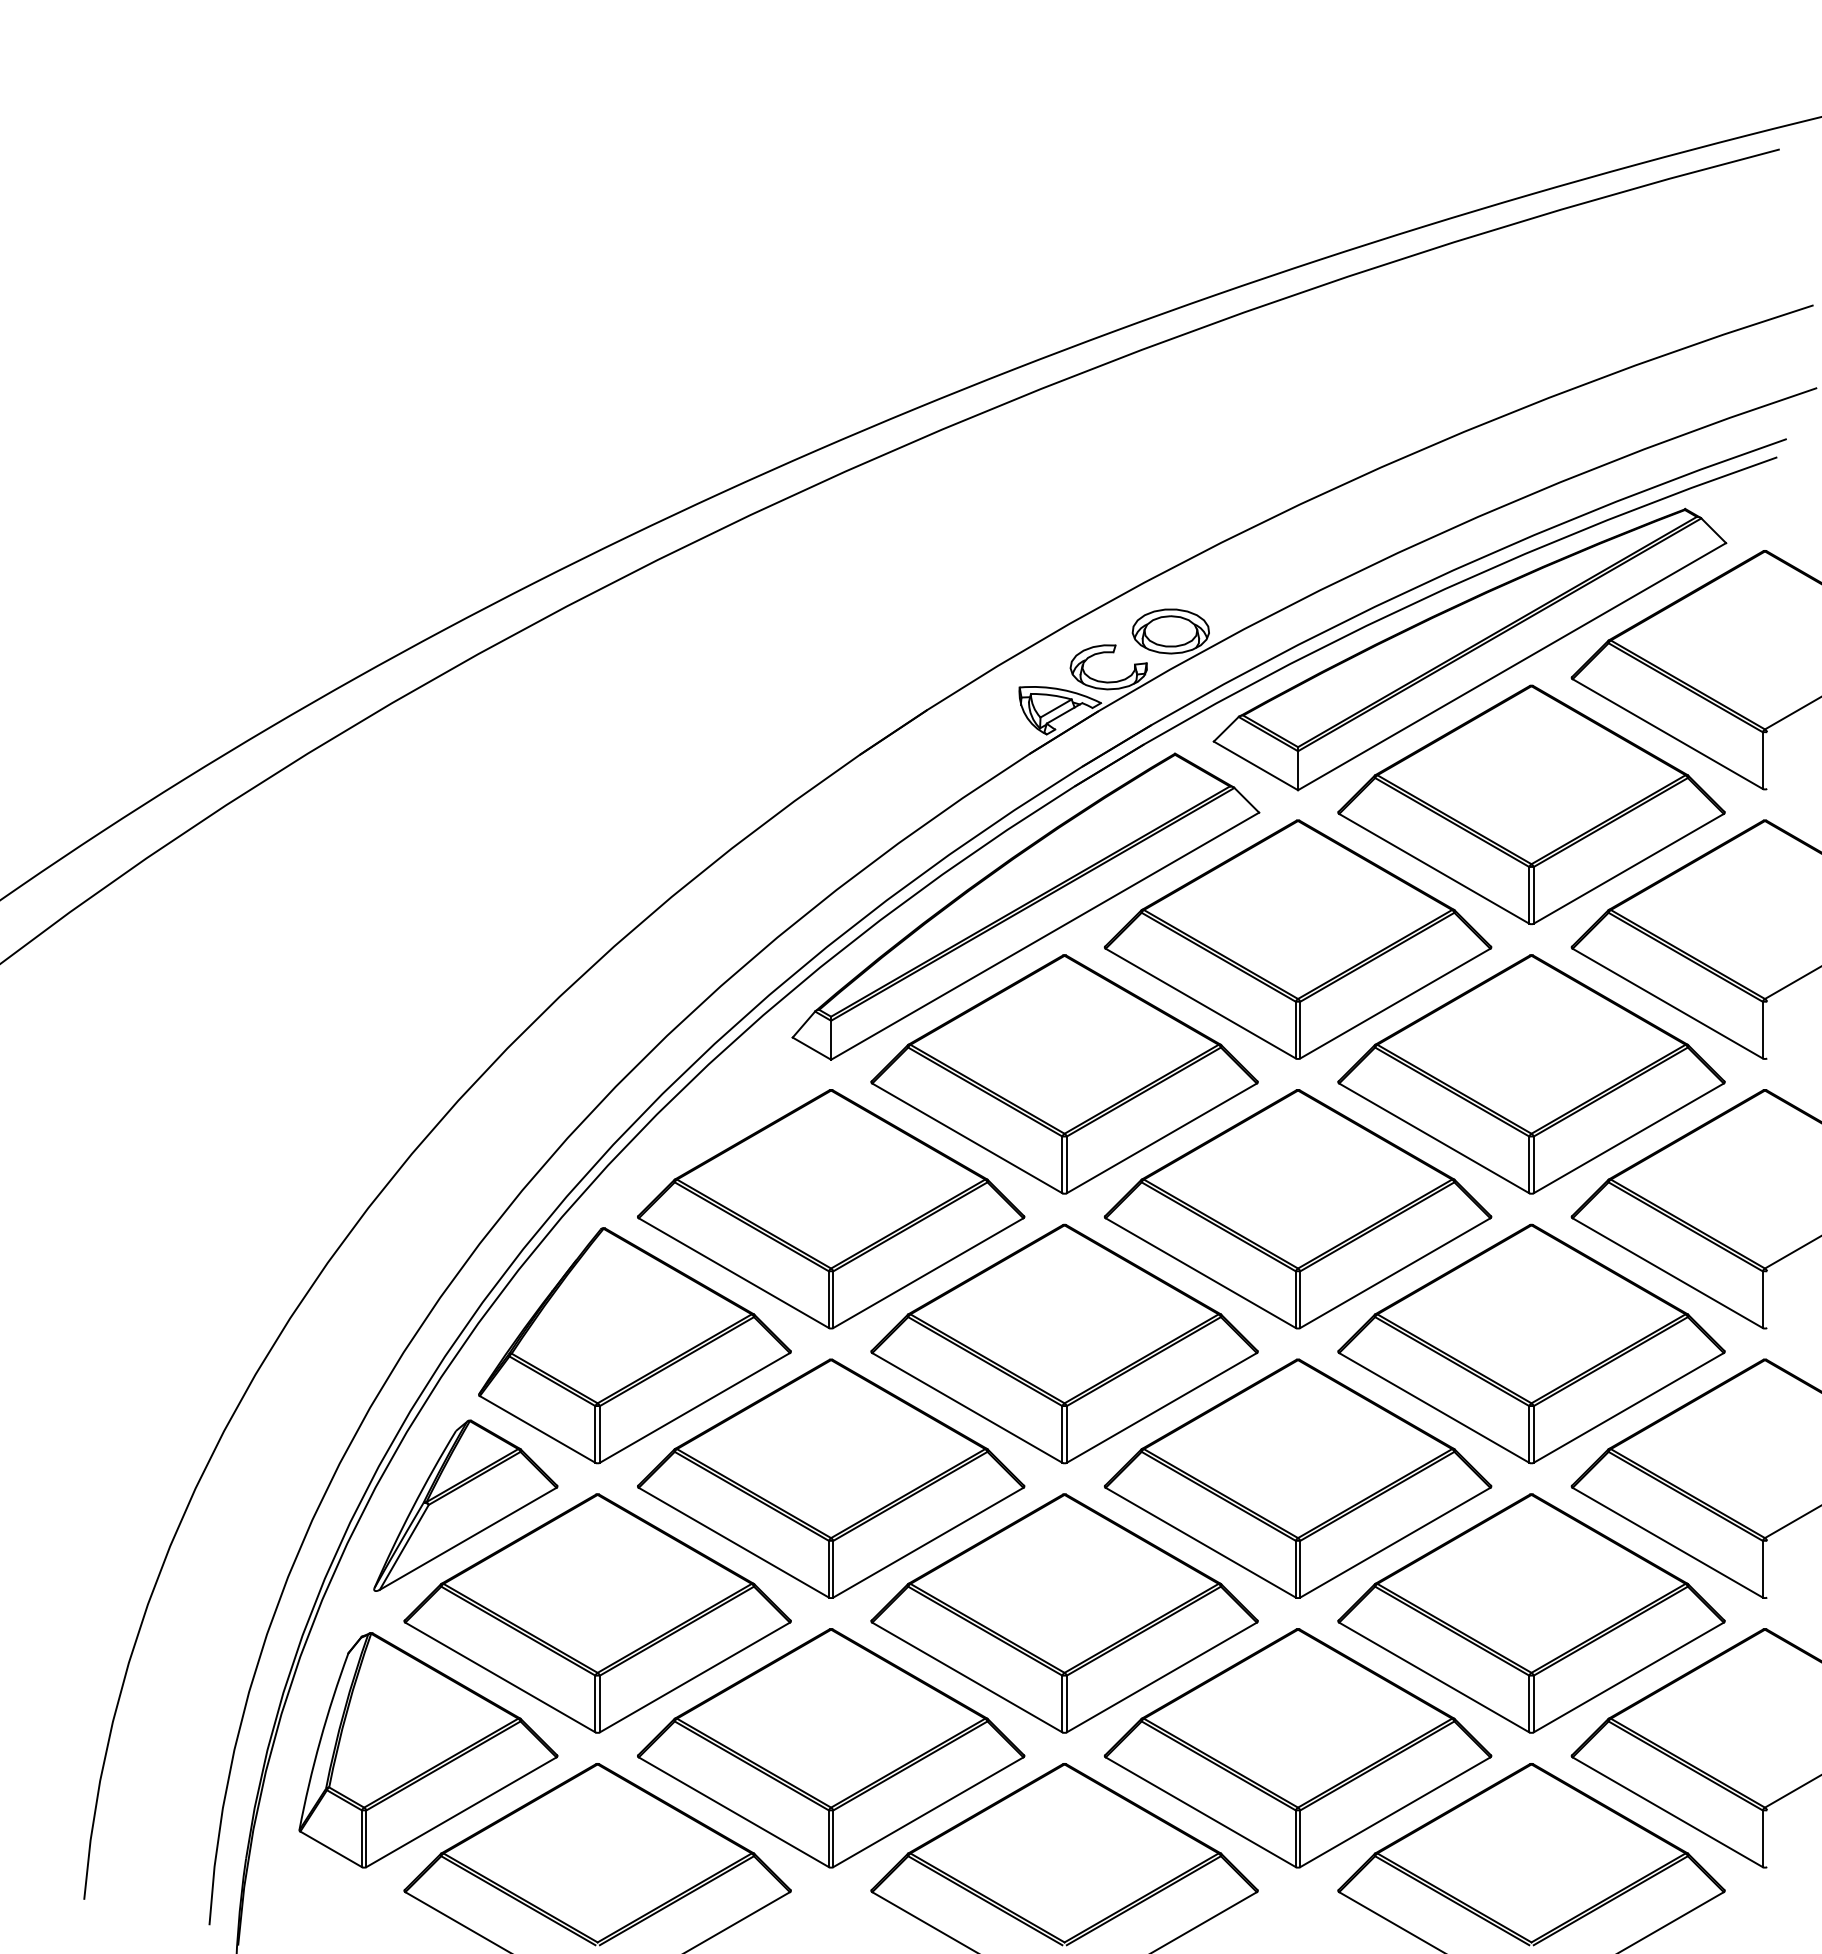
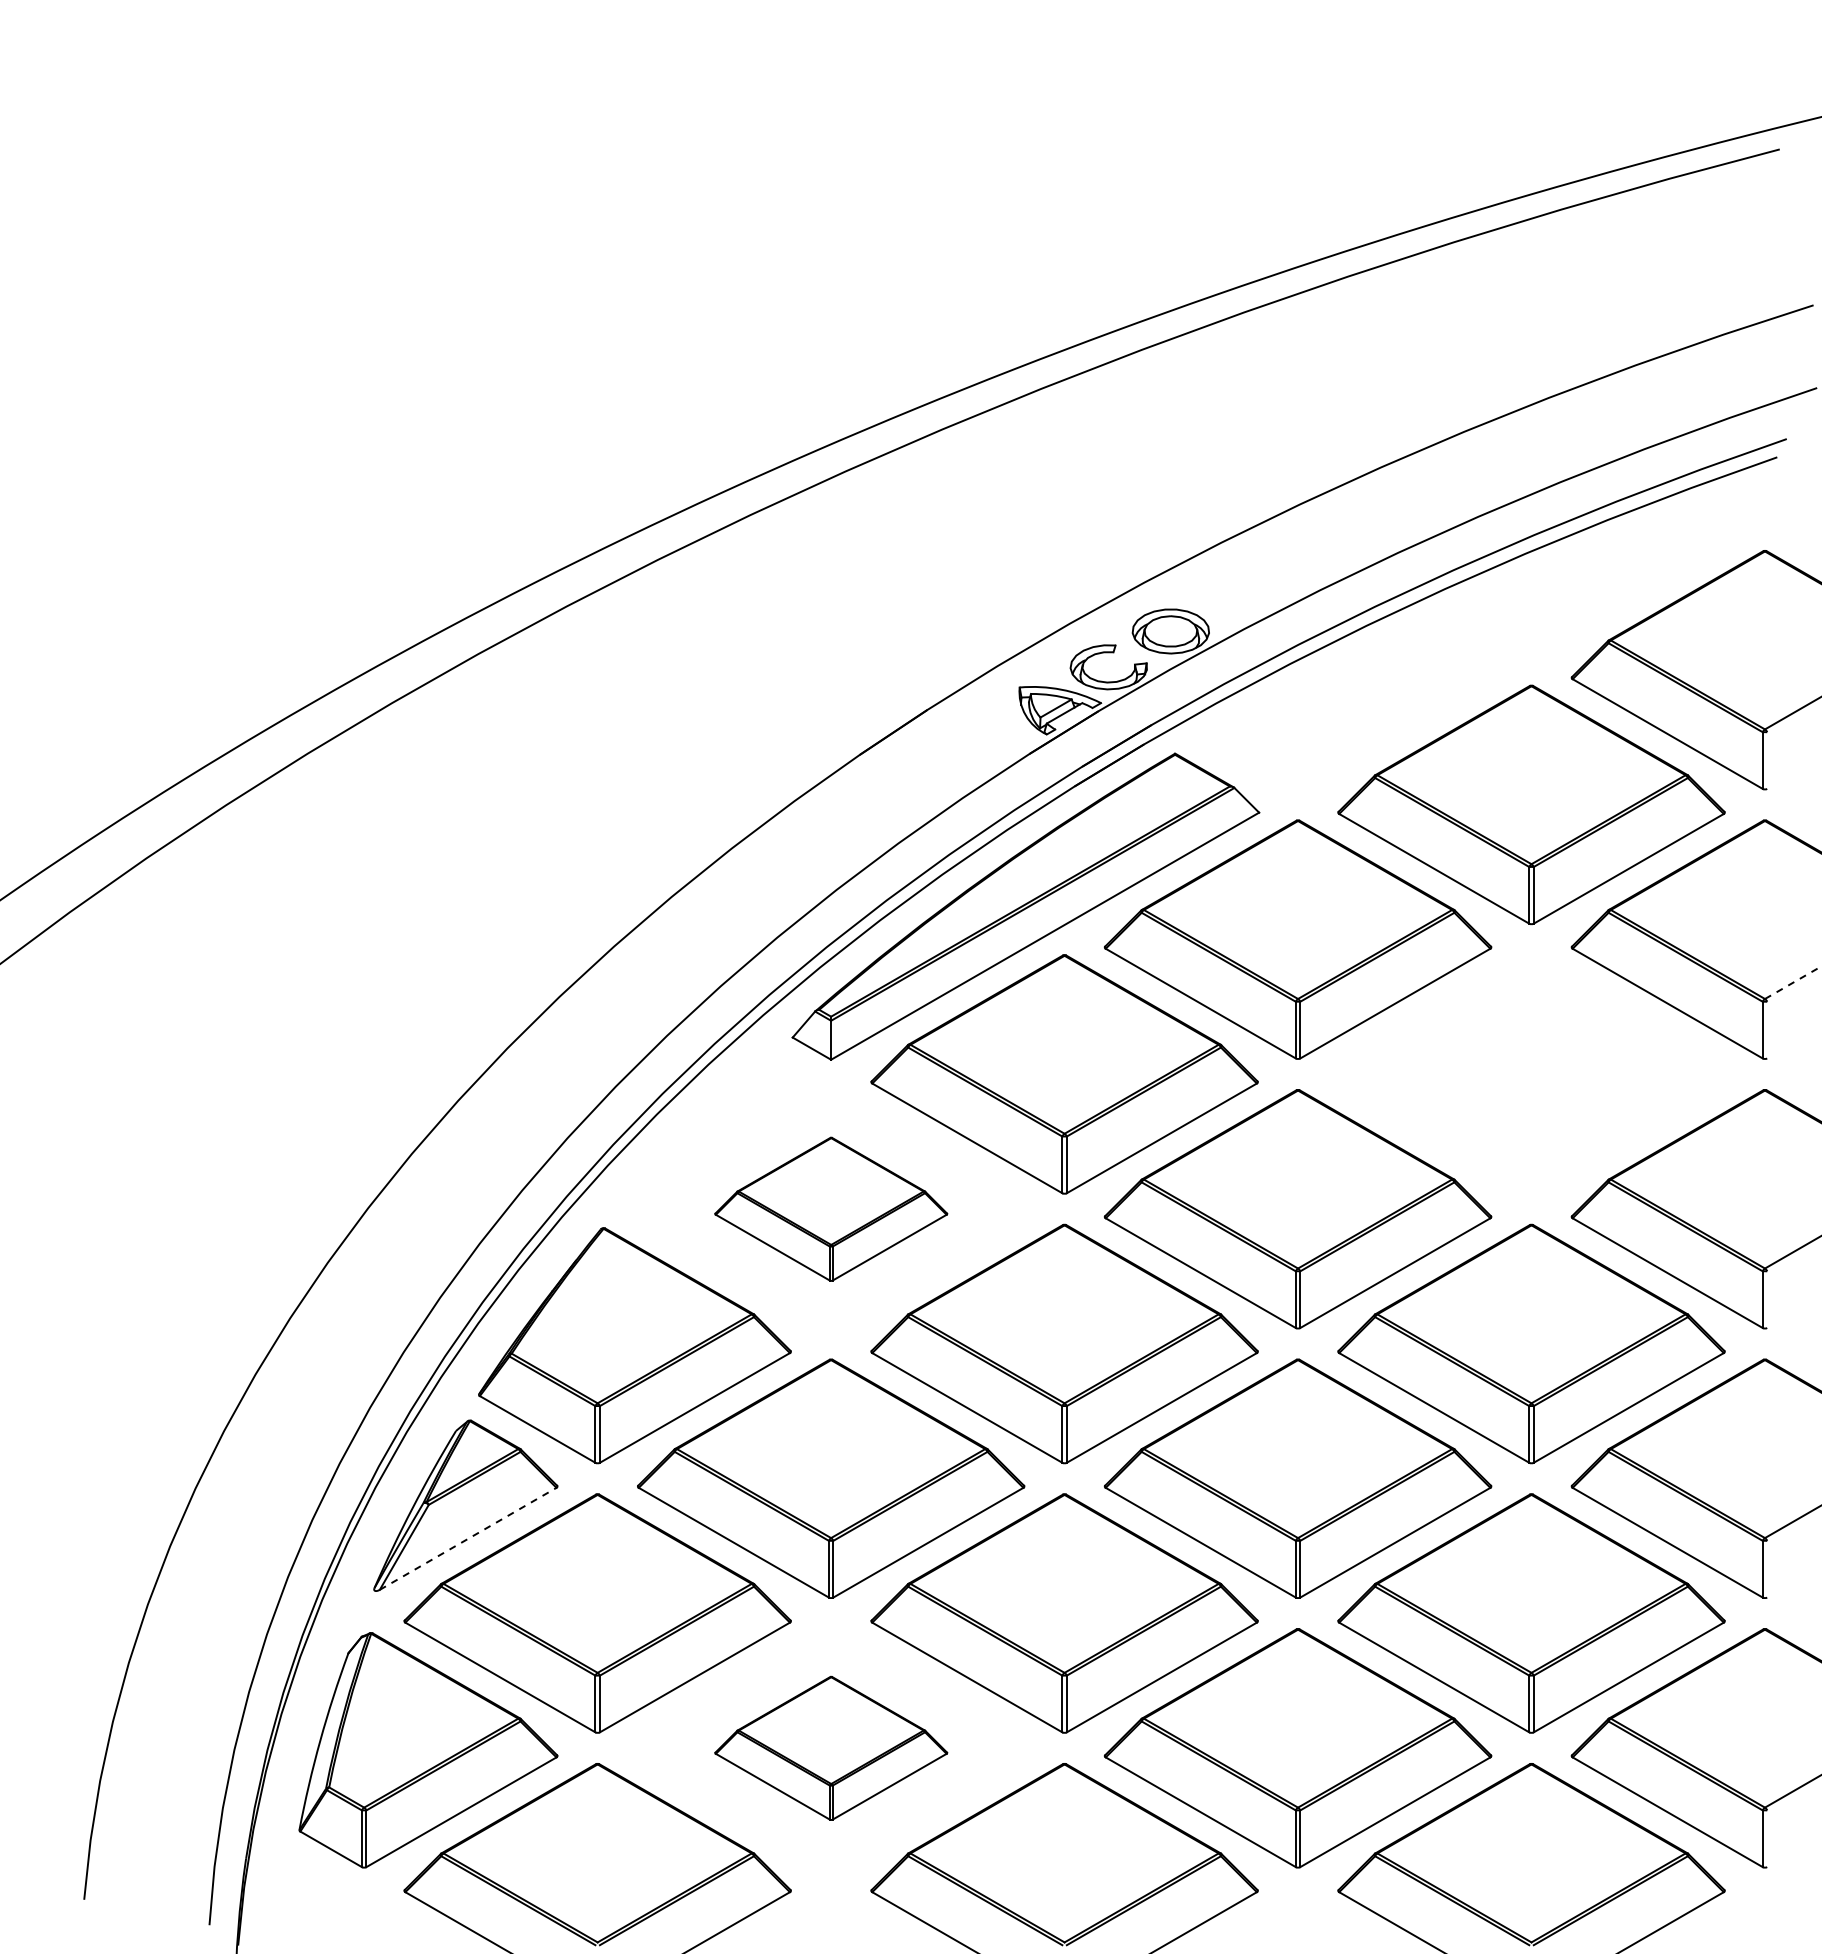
part at (1469, 649): present -> none
line at (1793, 982): solid -> dashed
part at (1531, 1074): present -> none
part at (831, 1209) size: 389x241 px -> 235x146 px
line at (468, 1538): solid -> dashed
part at (831, 1748) size: 389x241 px -> 235x146 px
